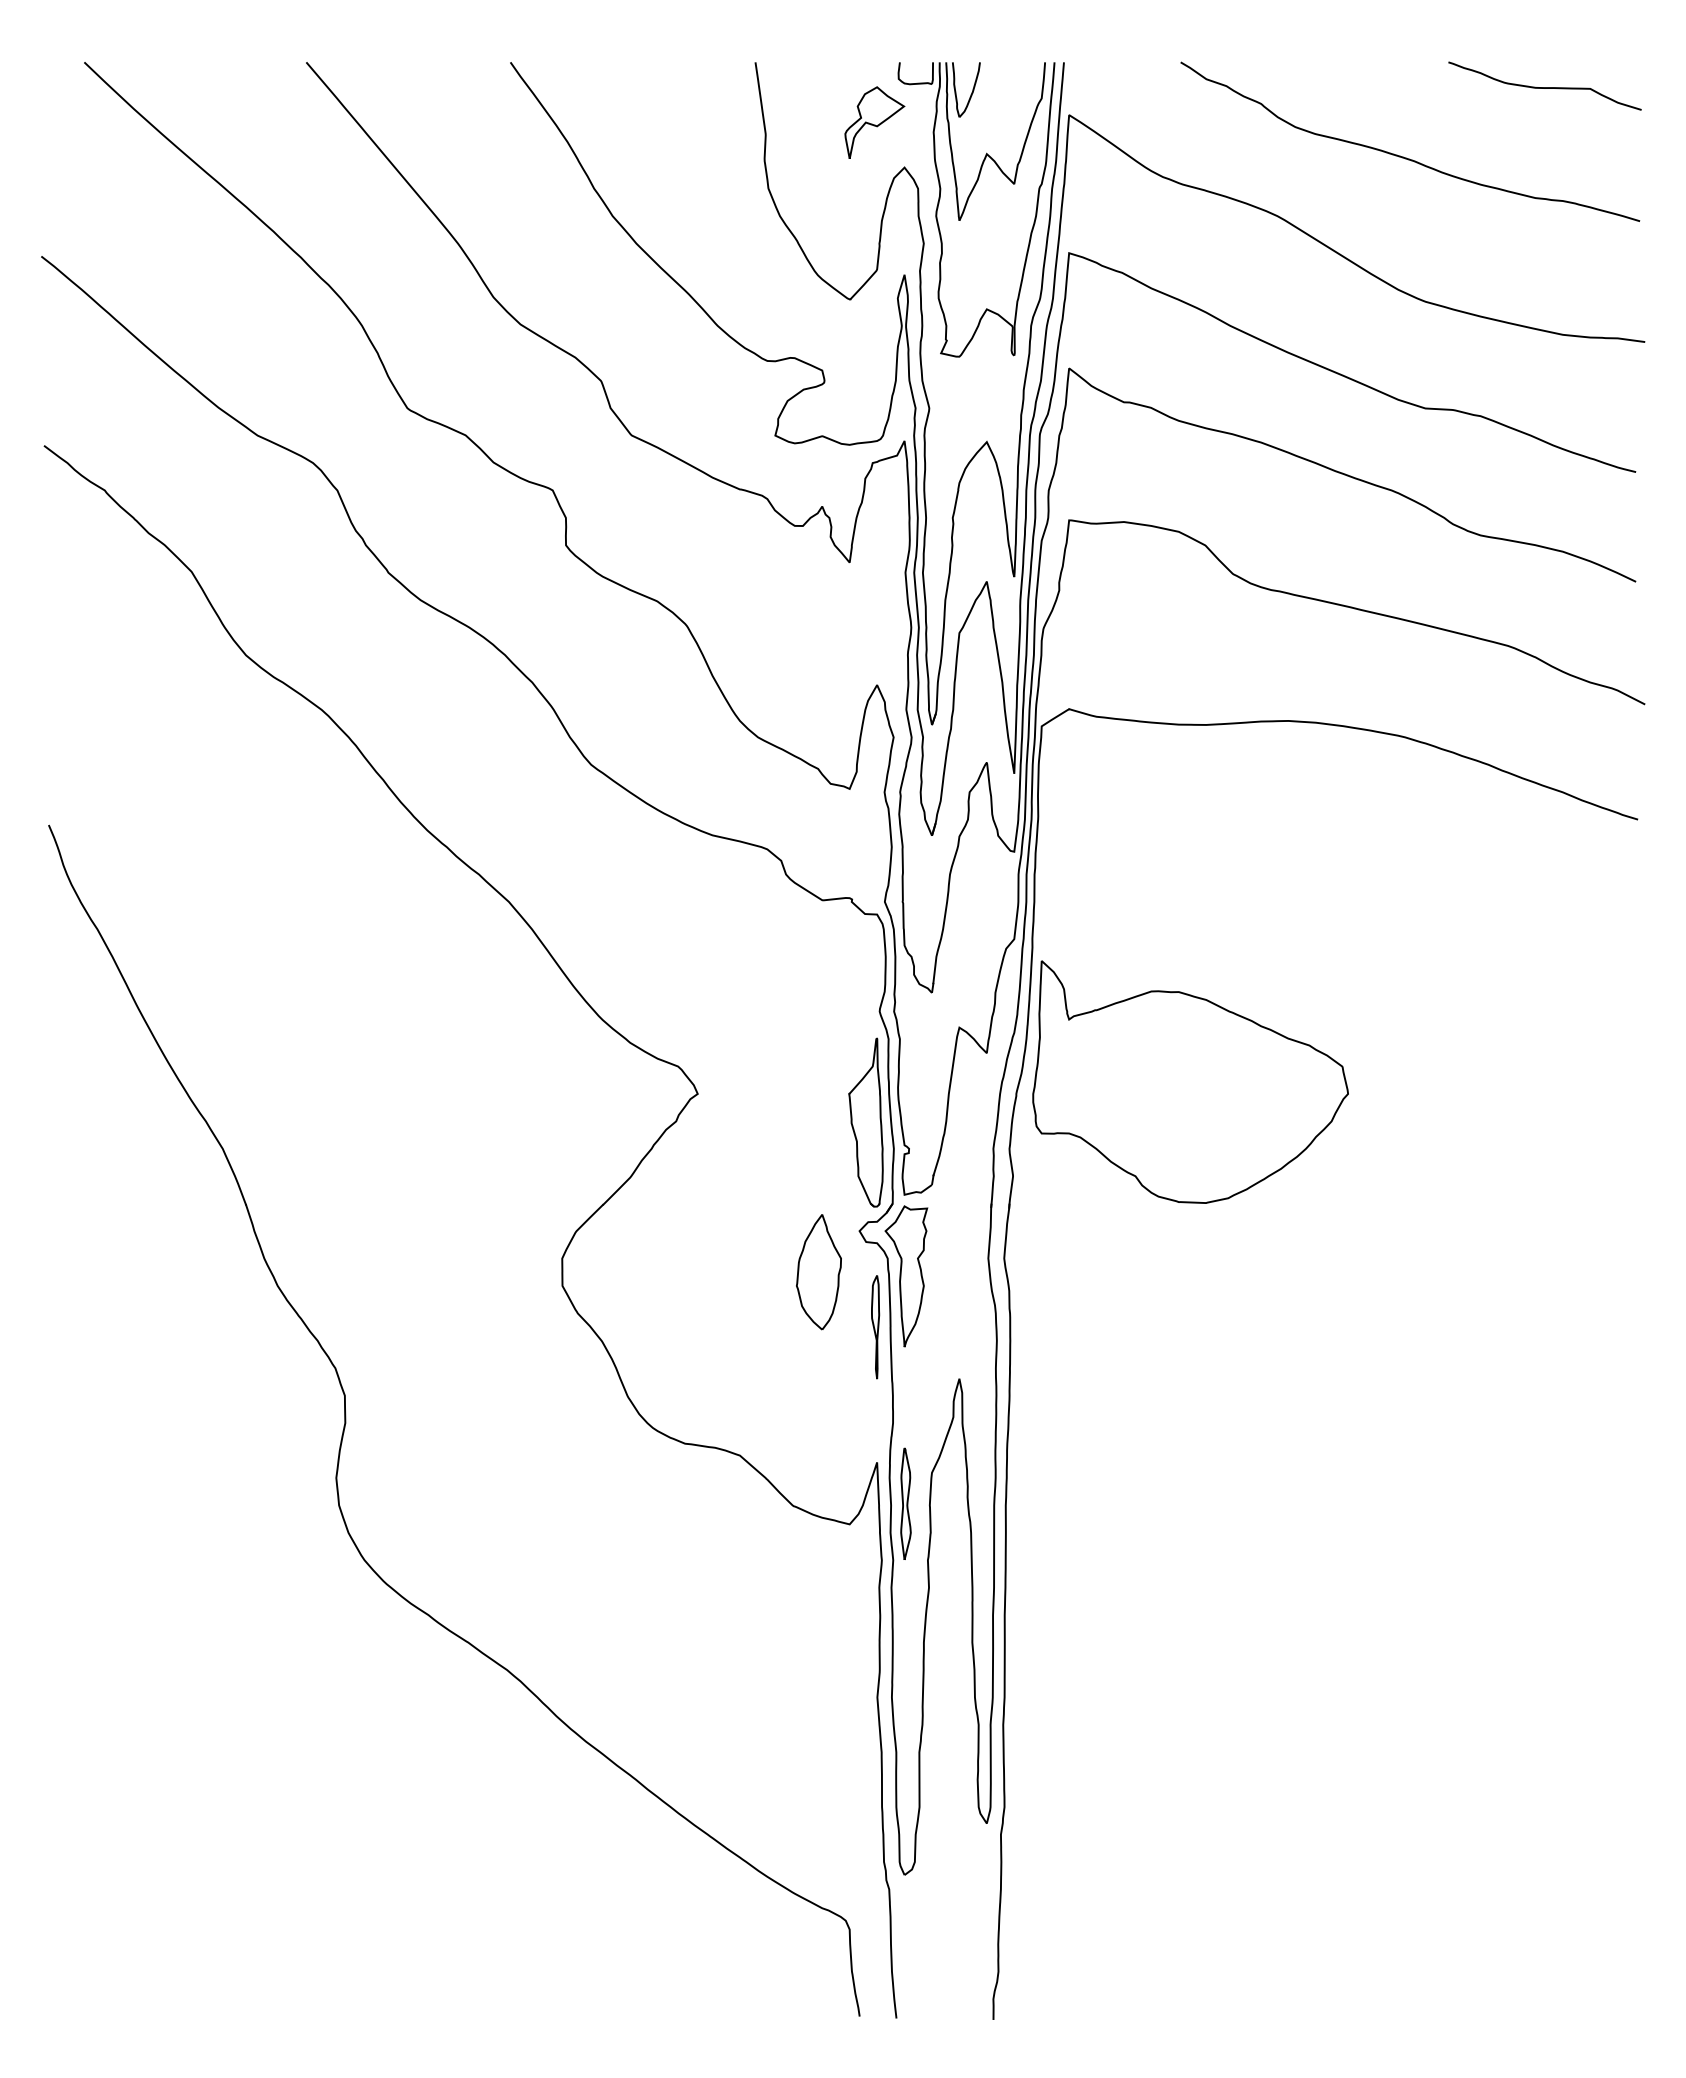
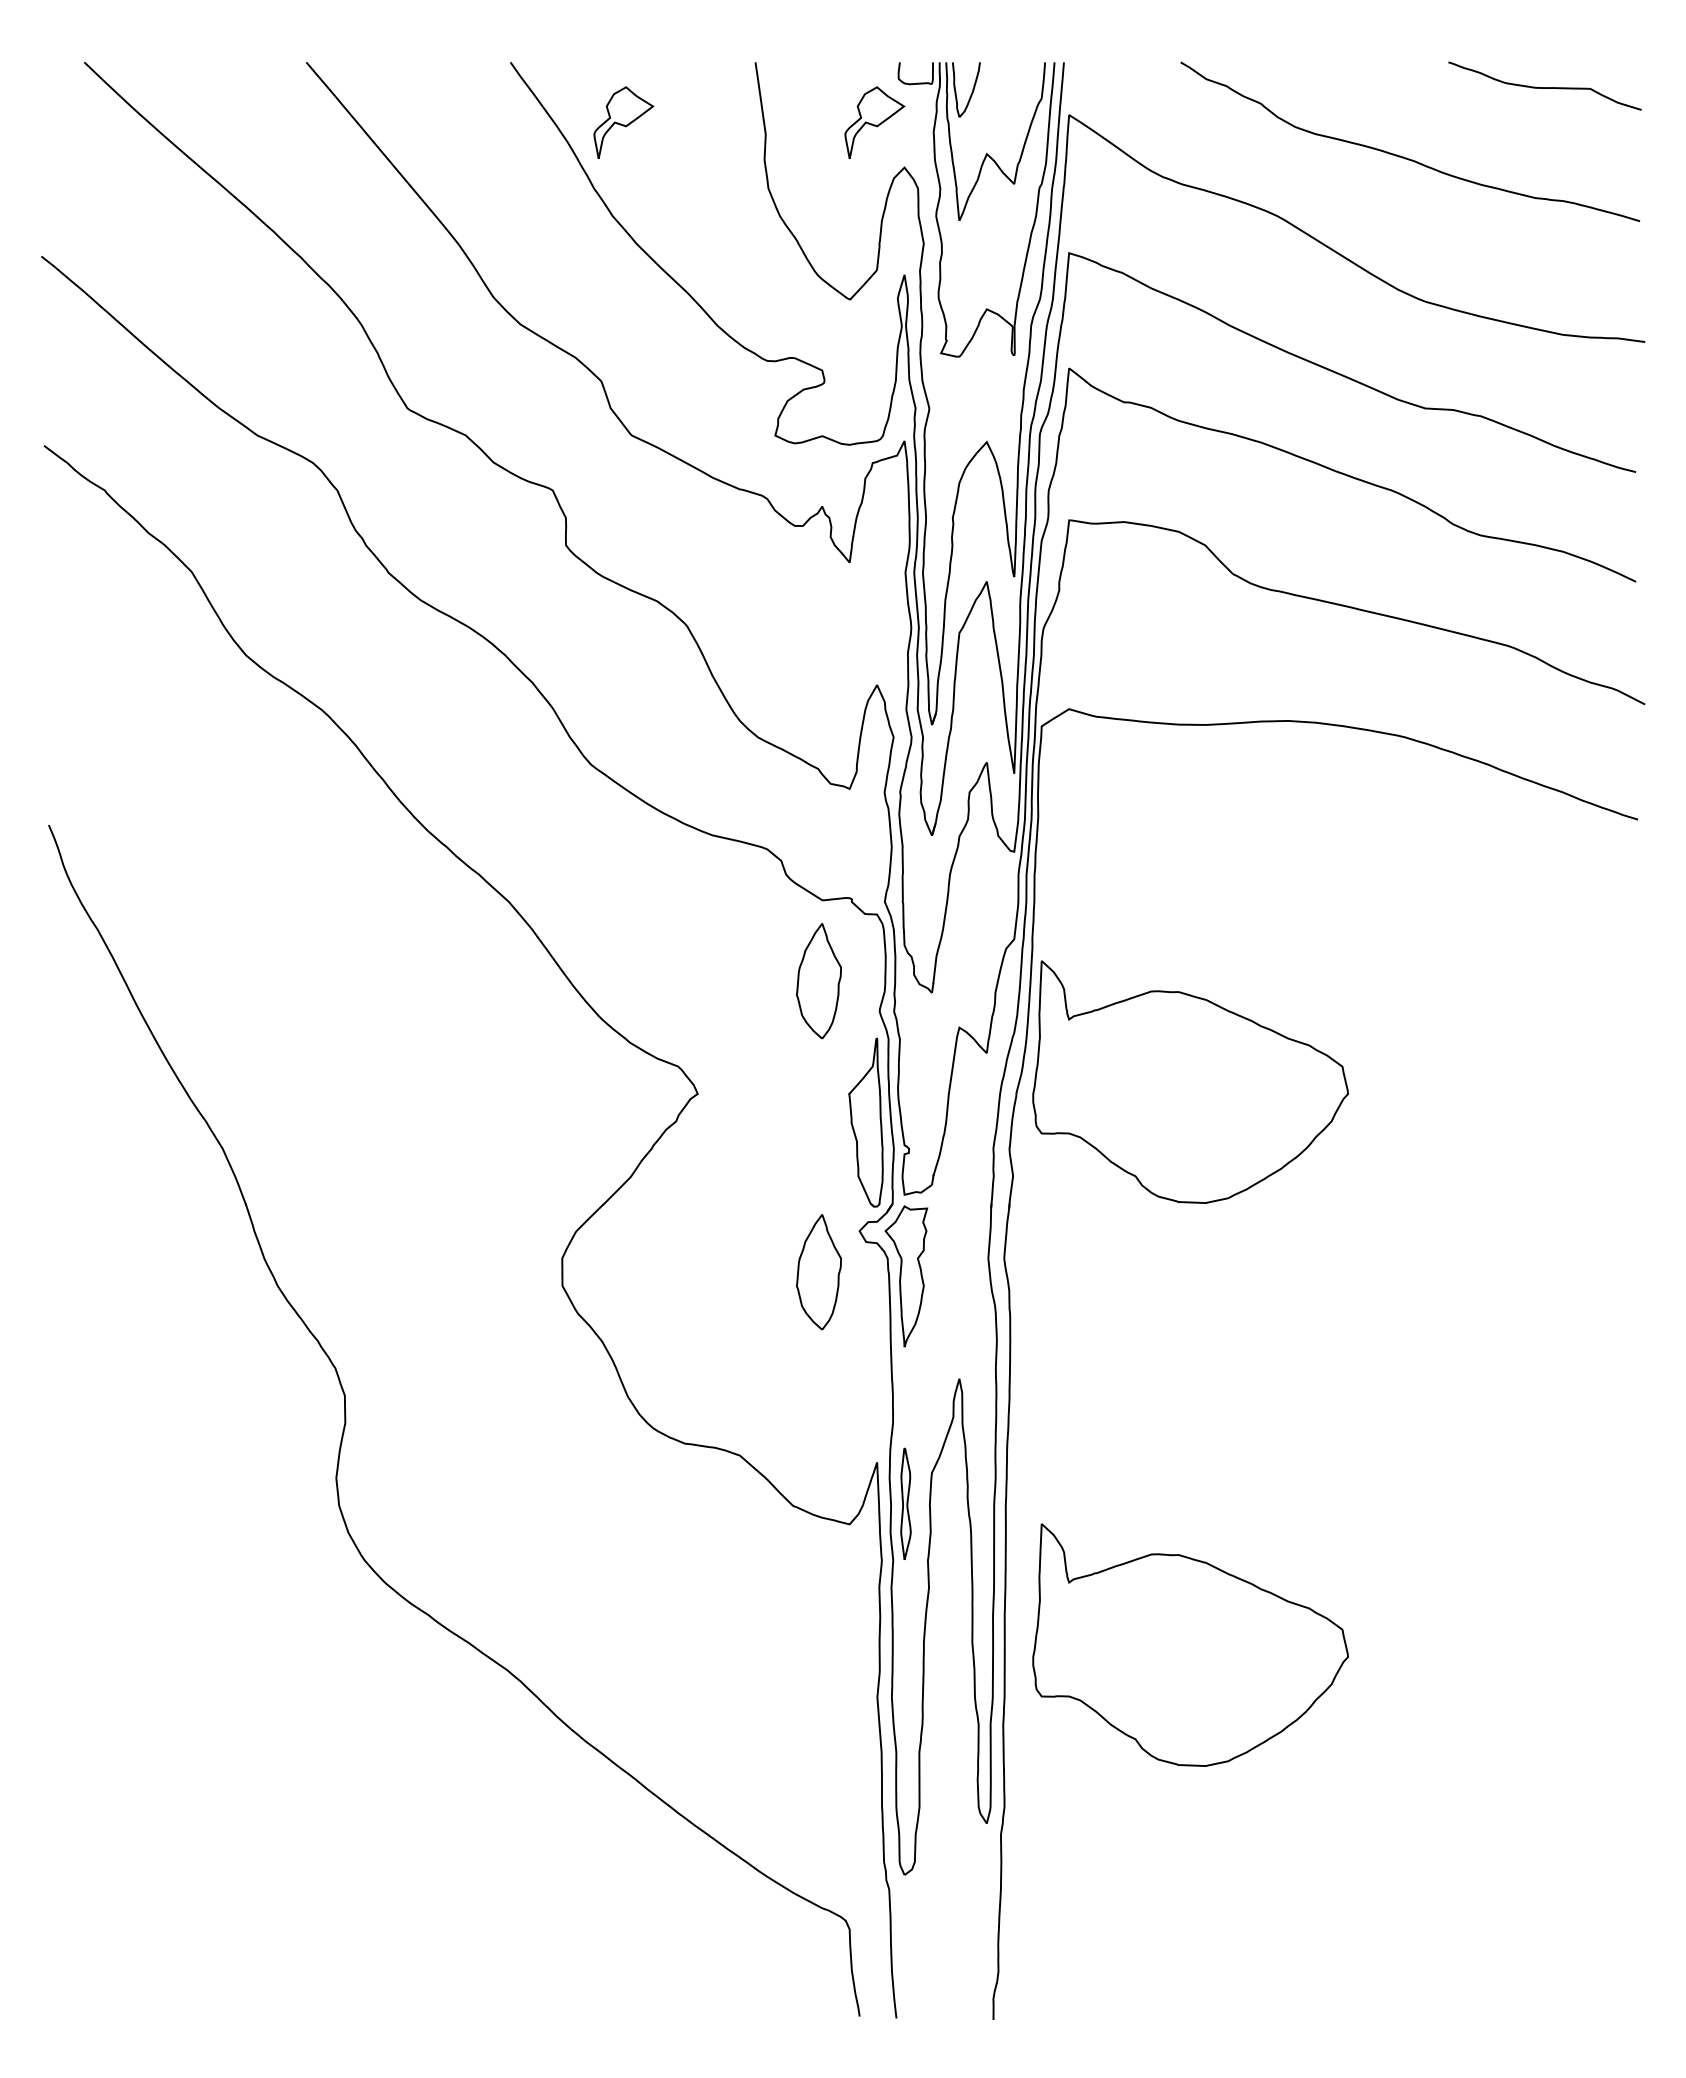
part at (623, 122): none -> present
part at (818, 981): none -> present
part at (875, 1327): present -> none
part at (1190, 1644): none -> present
